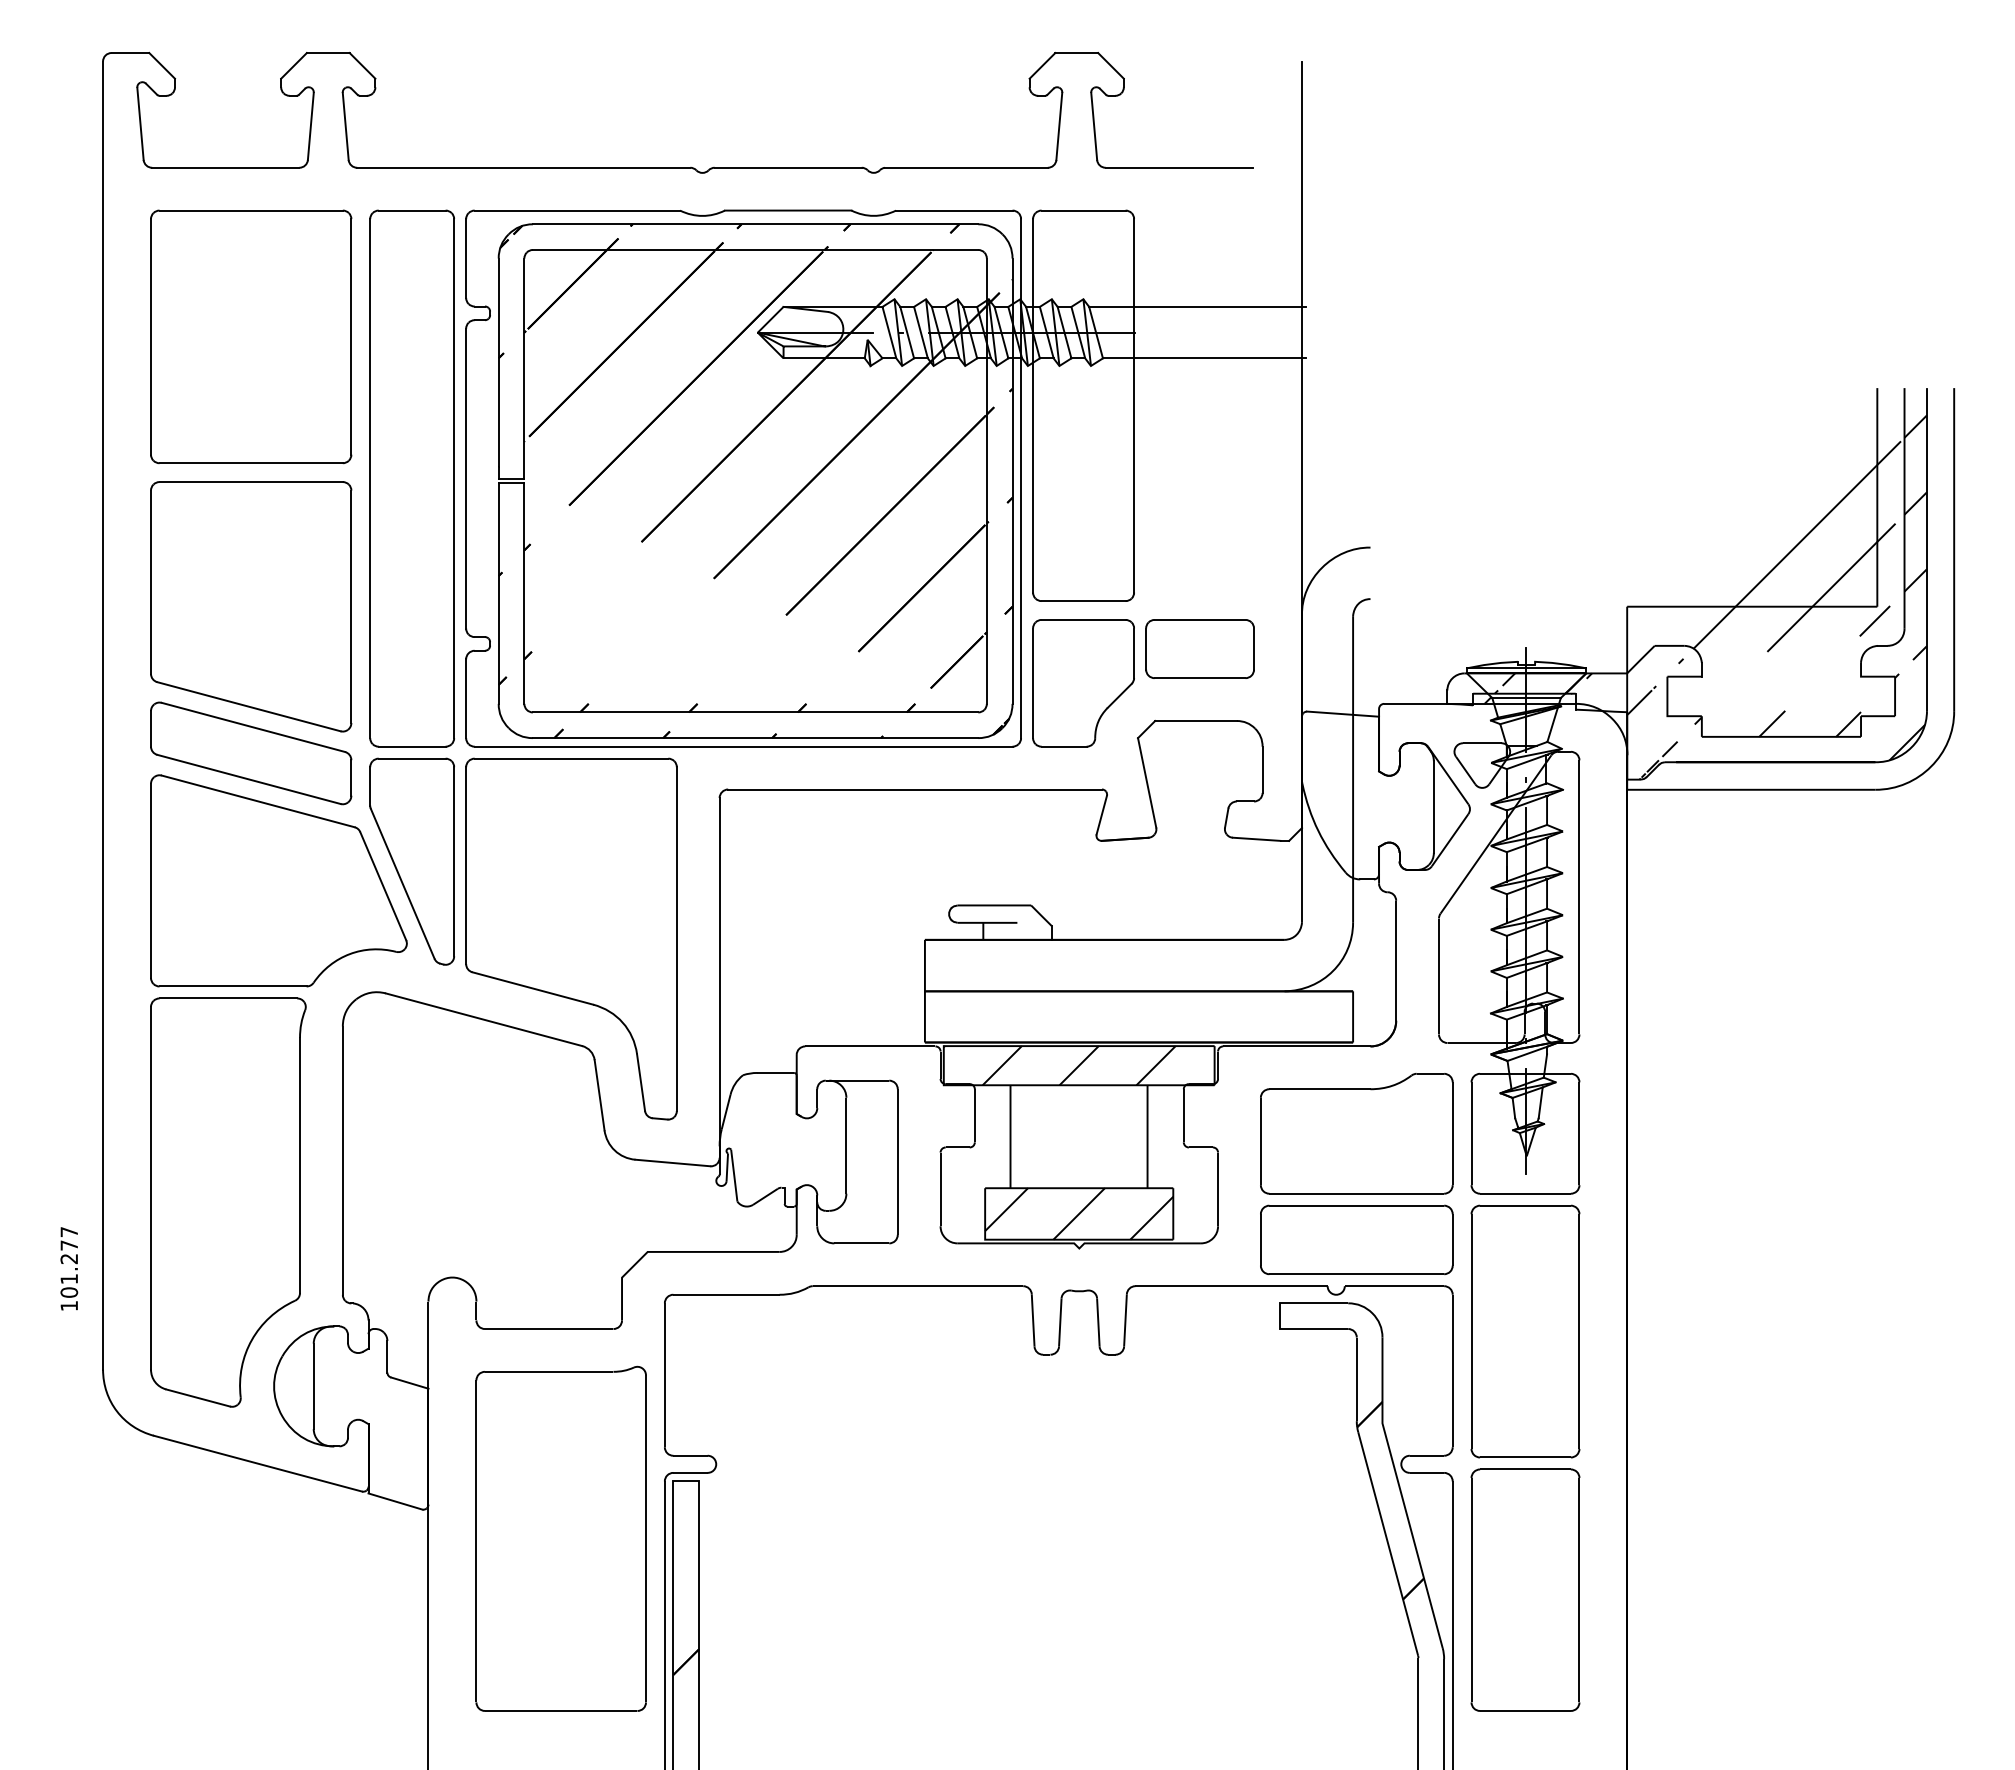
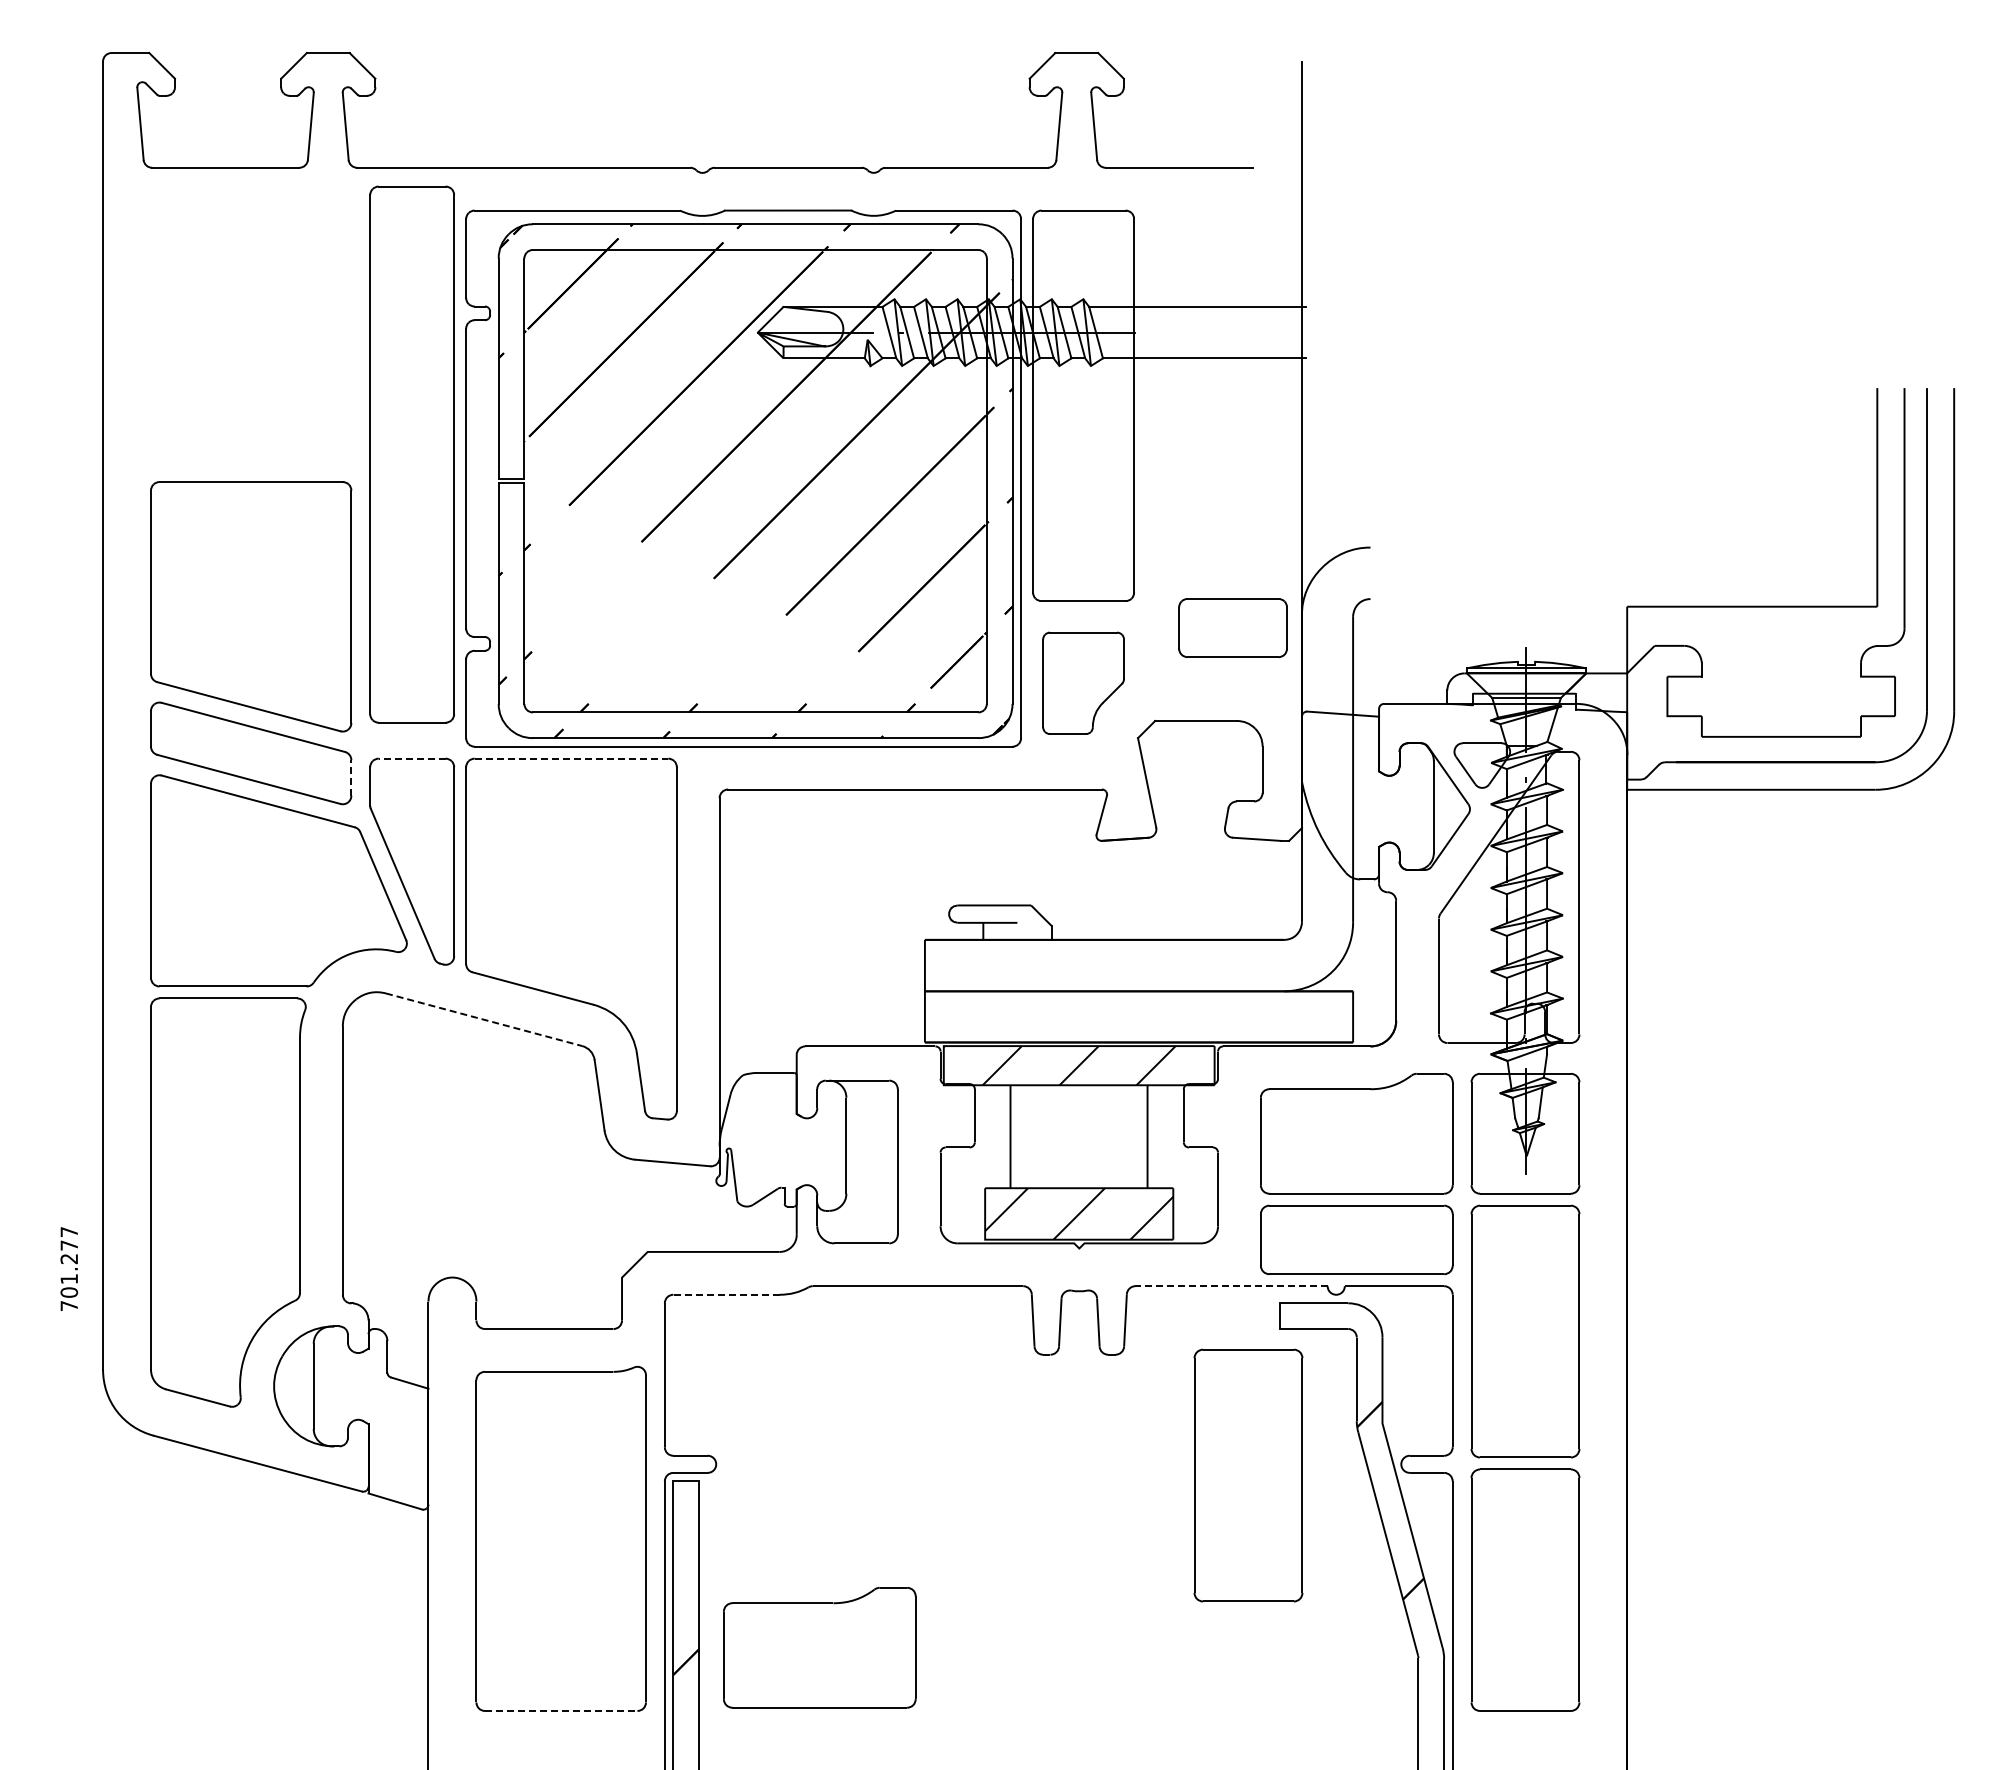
part at (251, 336): present -> none
part at (411, 478) position: (411, 478) -> (411, 454)
hatch at (1705, 597): present -> none
part at (1199, 648) position: (1199, 648) -> (1232, 627)
part at (1083, 683) size: 103x129 px -> 83x104 px
line at (411, 758): solid -> dashed
line at (571, 758): solid -> dashed
line at (351, 777): solid -> dashed
line at (484, 1019): solid -> dashed
line at (1231, 1286): solid -> dashed
line at (726, 1294): solid -> dashed
text at (68, 1305): 101.277 -> 701.277
part at (1248, 1475): none -> present
part at (819, 1647): none -> present
line at (561, 1710): solid -> dashed
